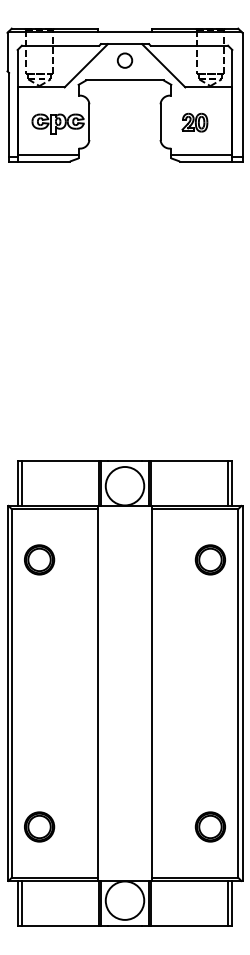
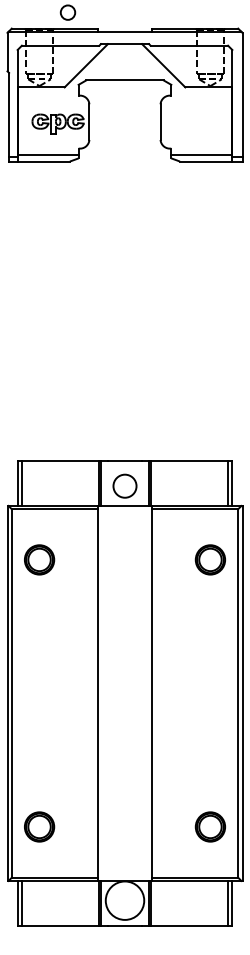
circle at (124, 60) position: (124, 60) -> (67, 12)
part at (194, 122): present -> none
circle at (124, 485) diameter: 38 px -> 23 px
